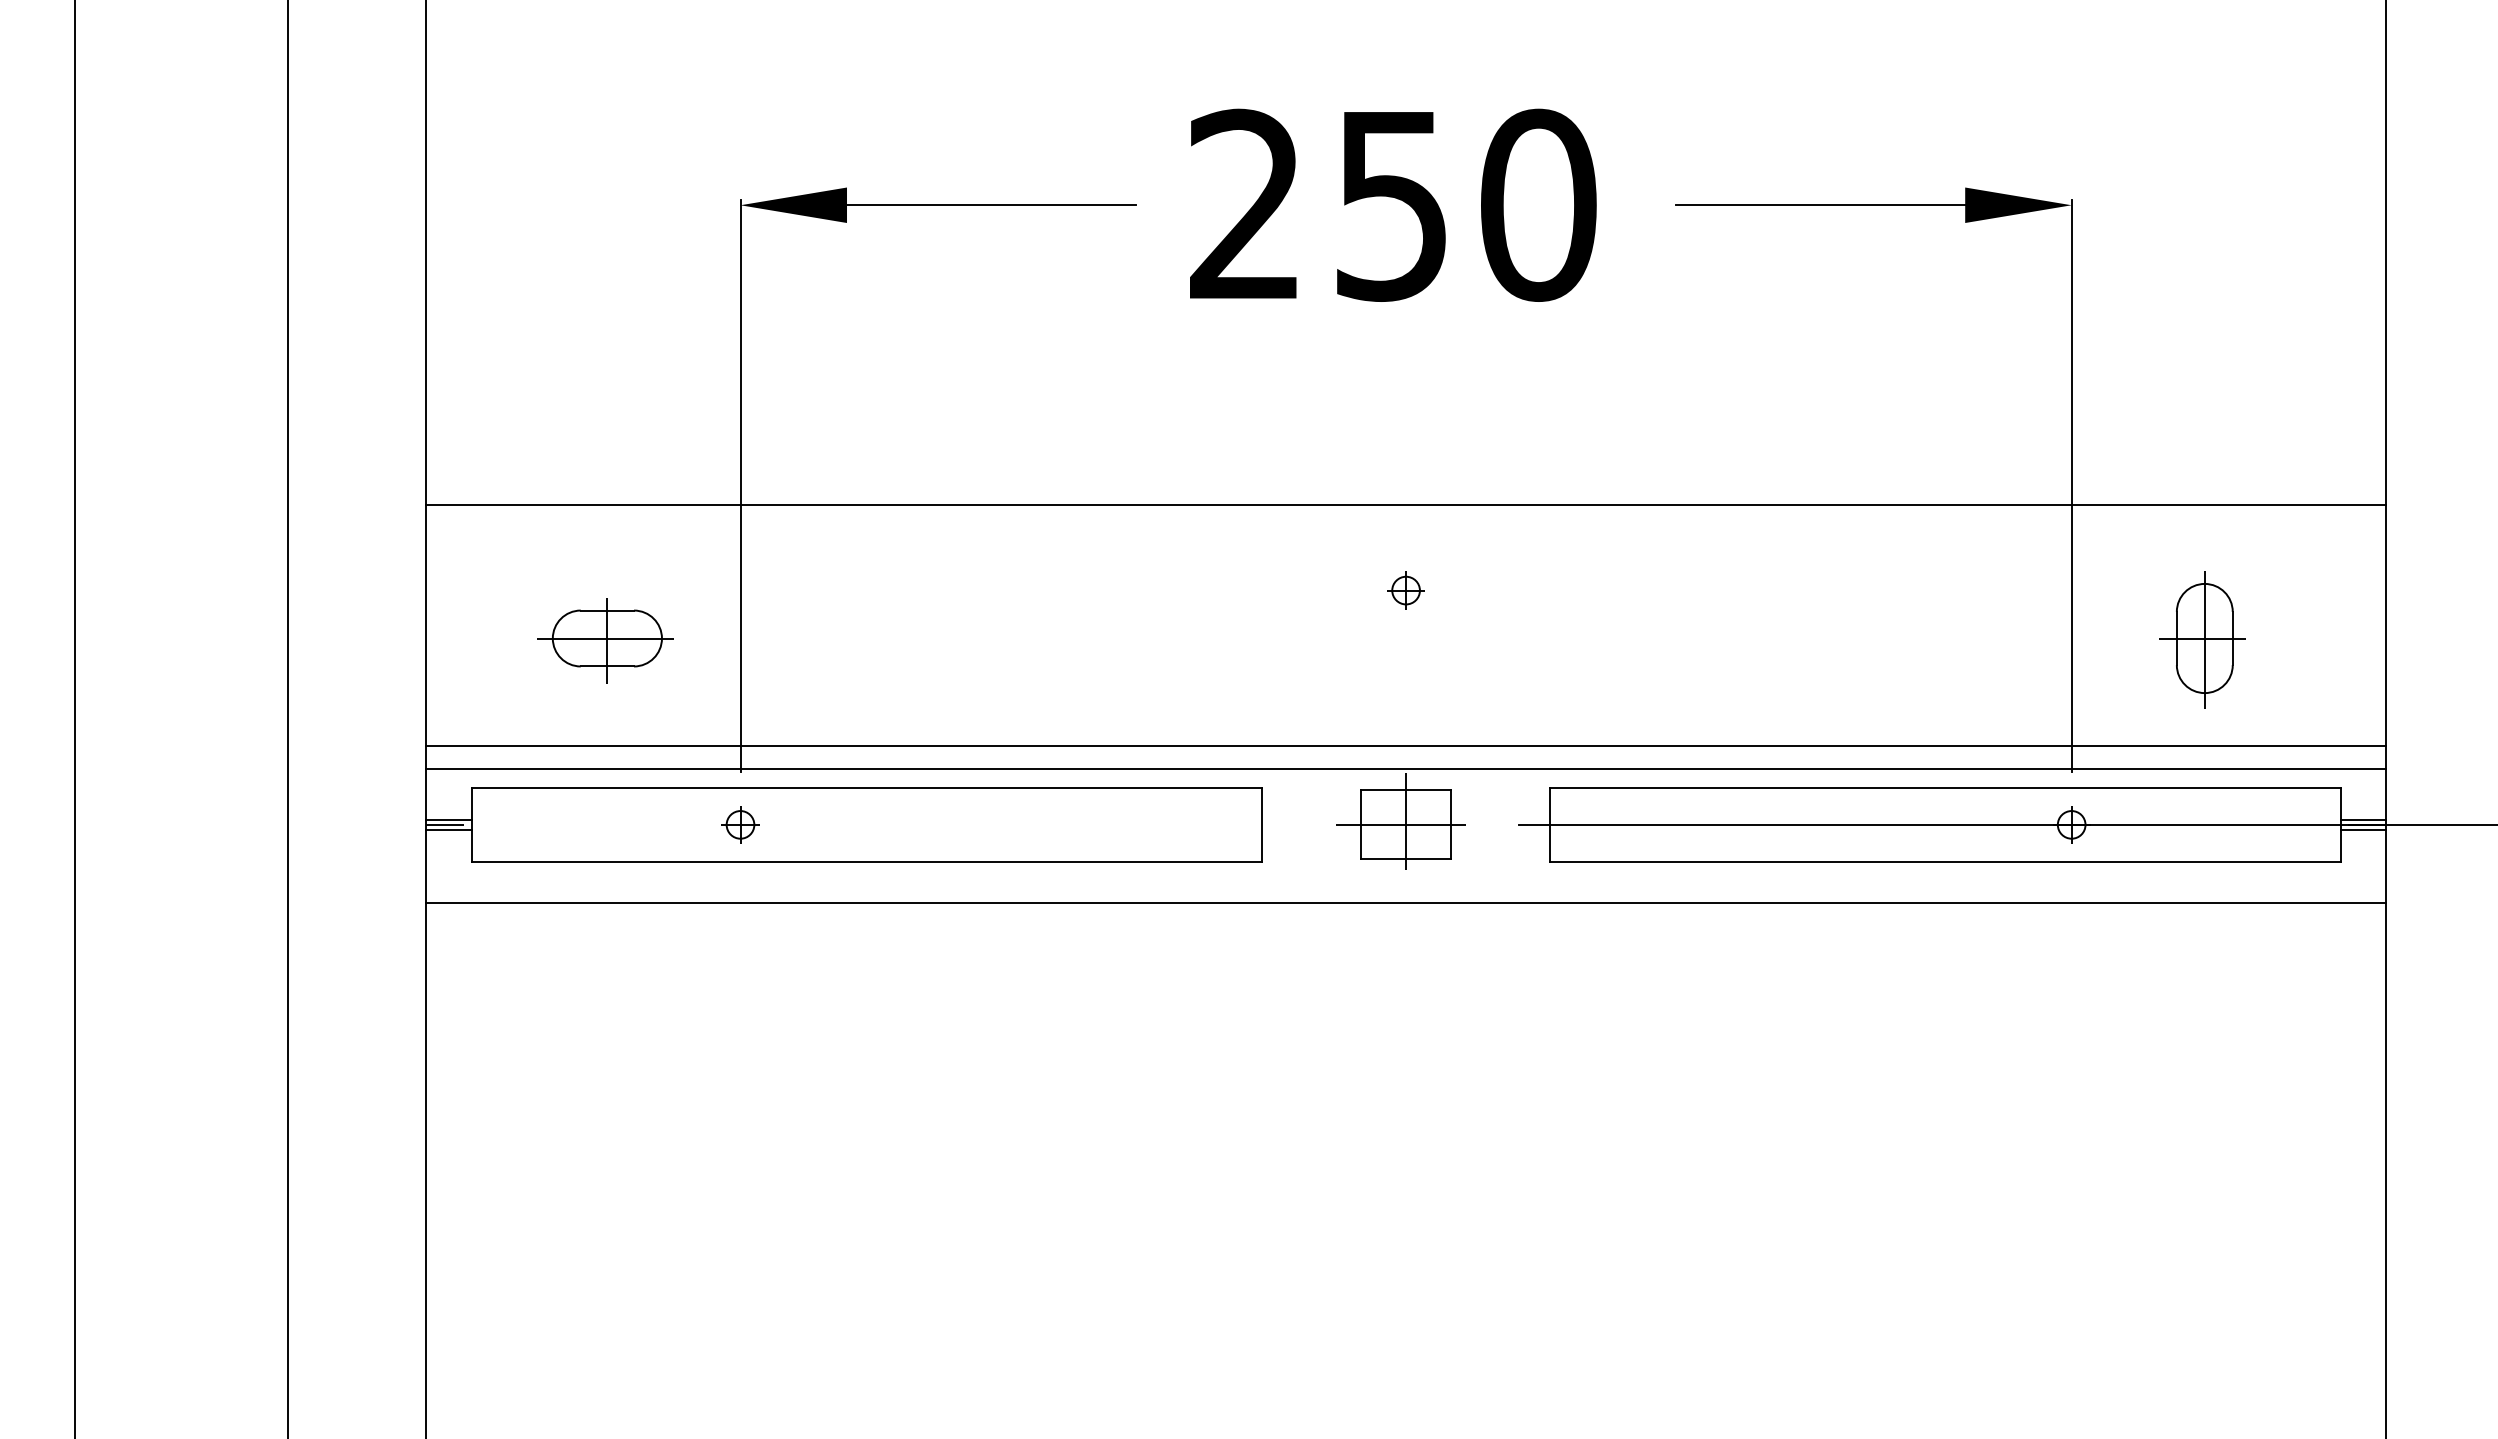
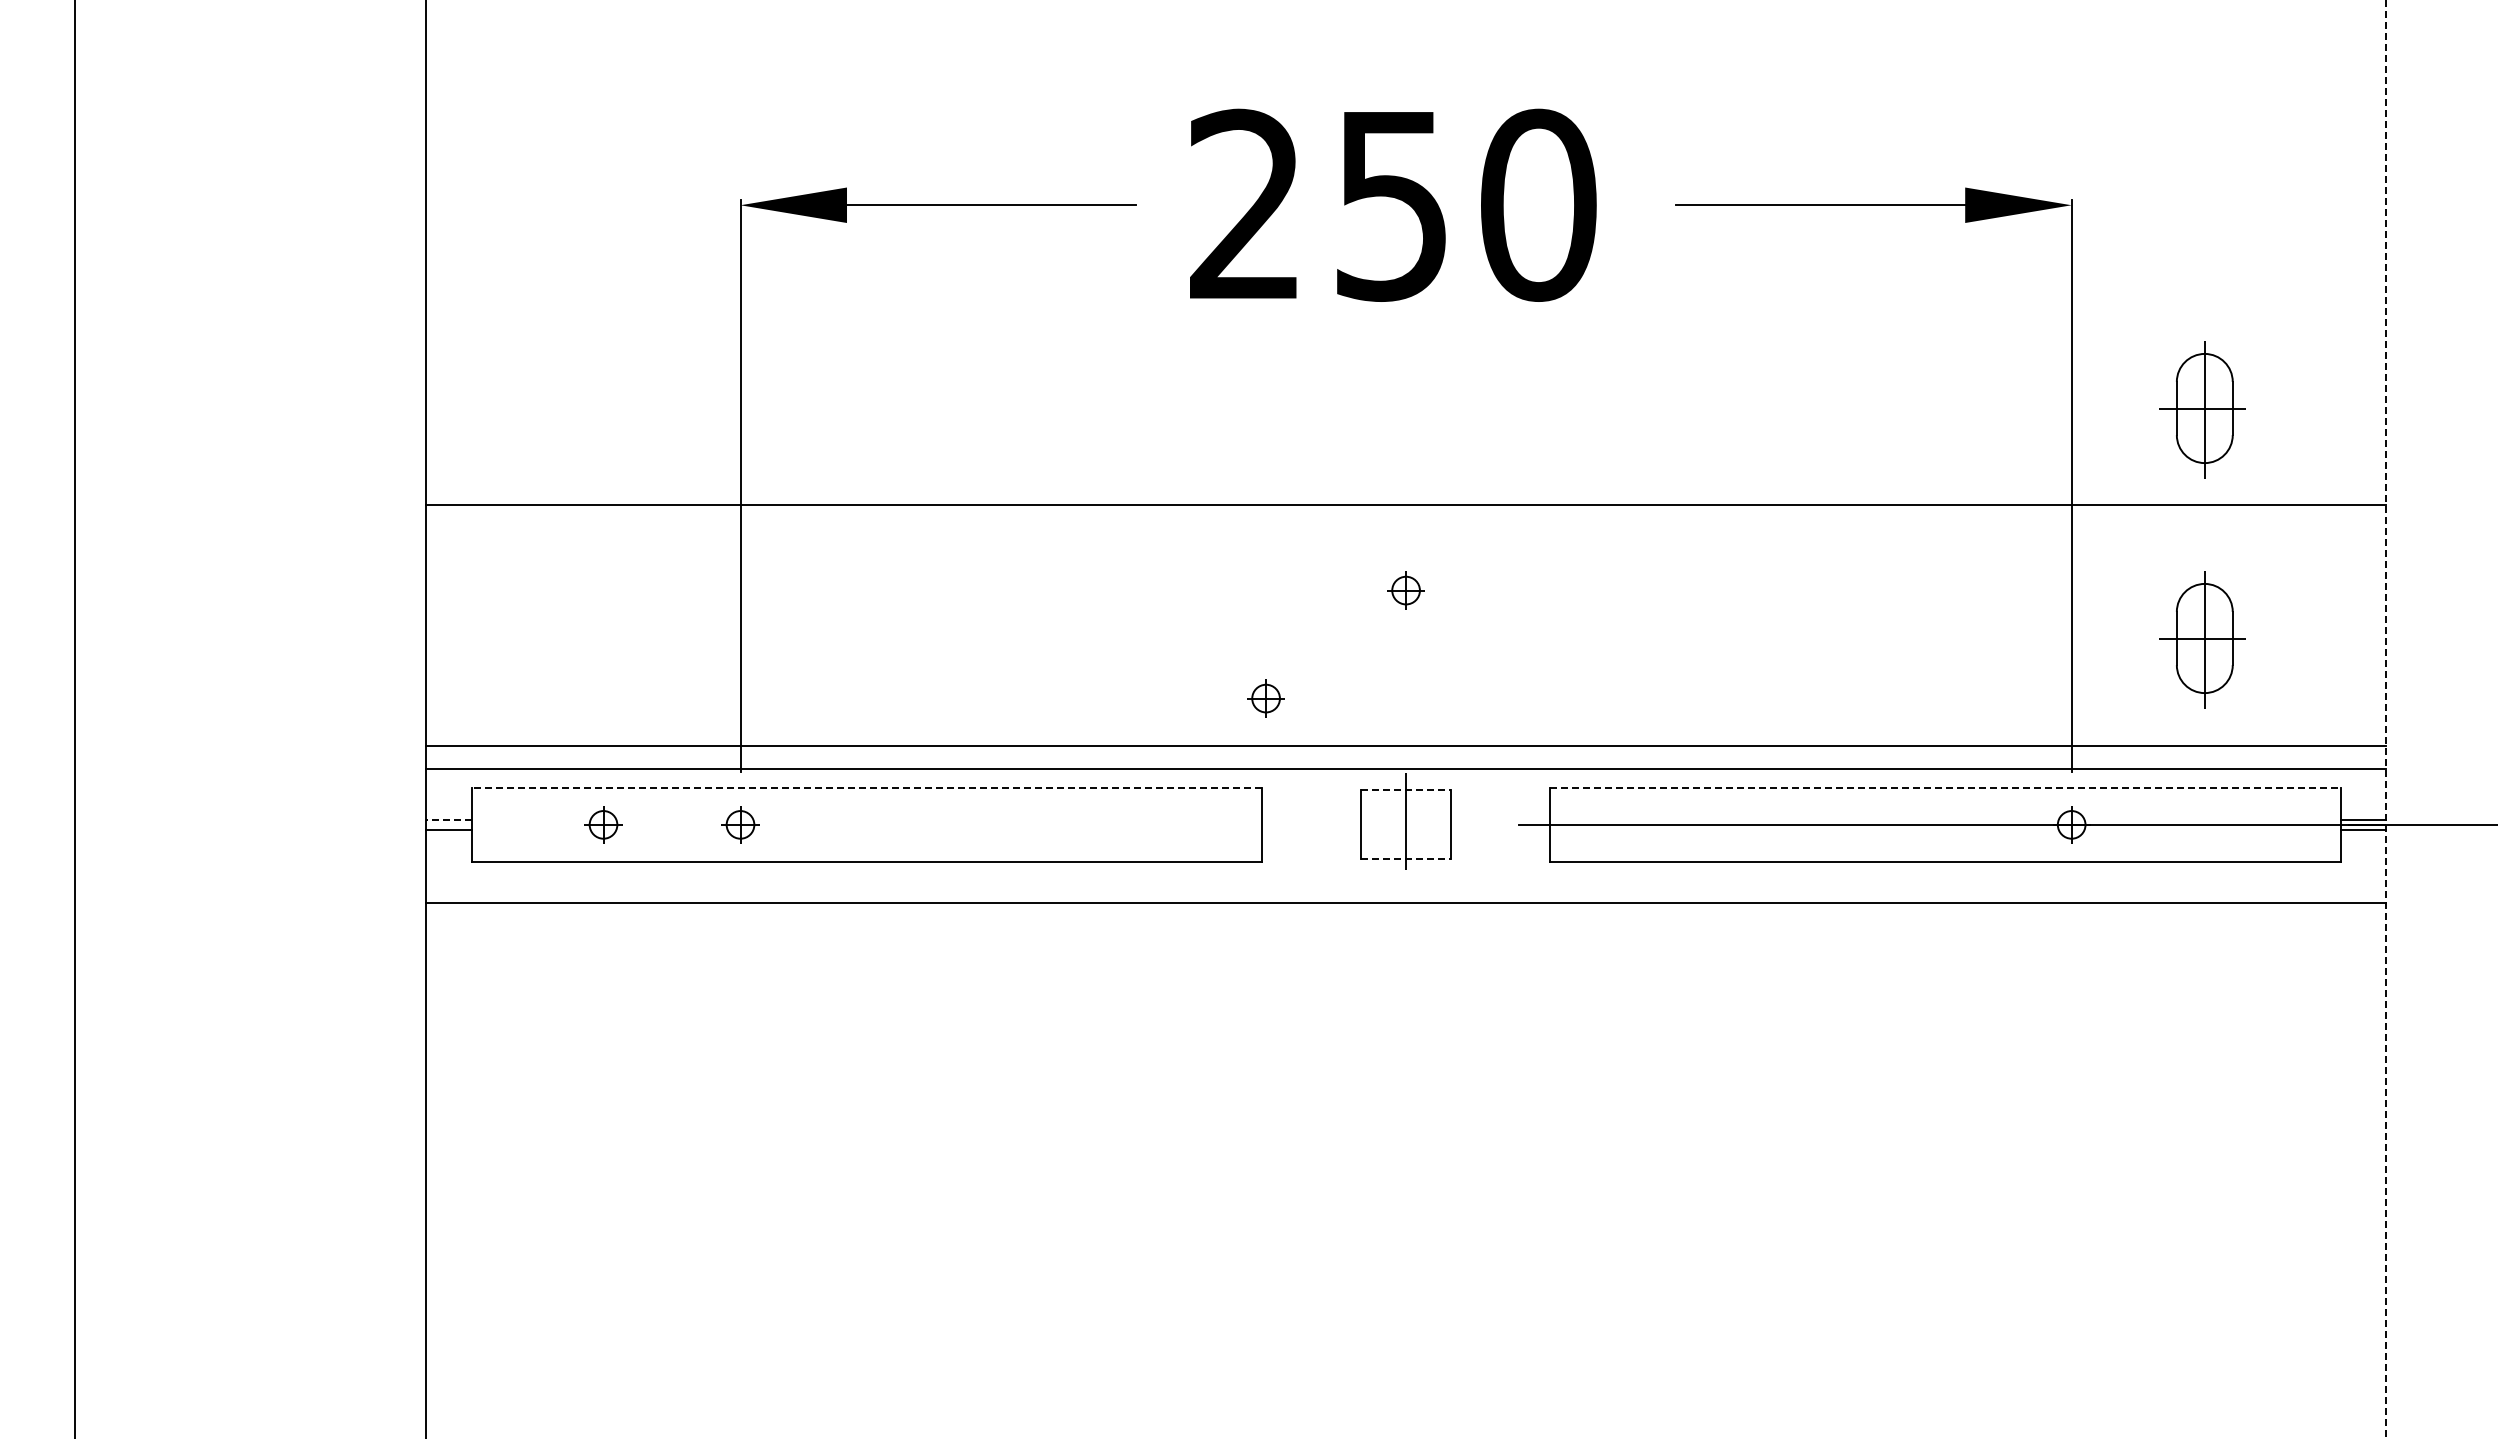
part at (2202, 409): none -> present
part at (605, 640): present -> none
part at (1265, 698): none -> present
line at (287, 718): present -> none
line at (2385, 719): solid -> dashed
line at (866, 787): solid -> dashed
line at (1945, 787): solid -> dashed
line at (1406, 790): solid -> dashed
line at (449, 819): solid -> dashed
line at (444, 824): present -> none
part at (603, 824): none -> present
line at (1400, 824): present -> none
line at (1406, 859): solid -> dashed
